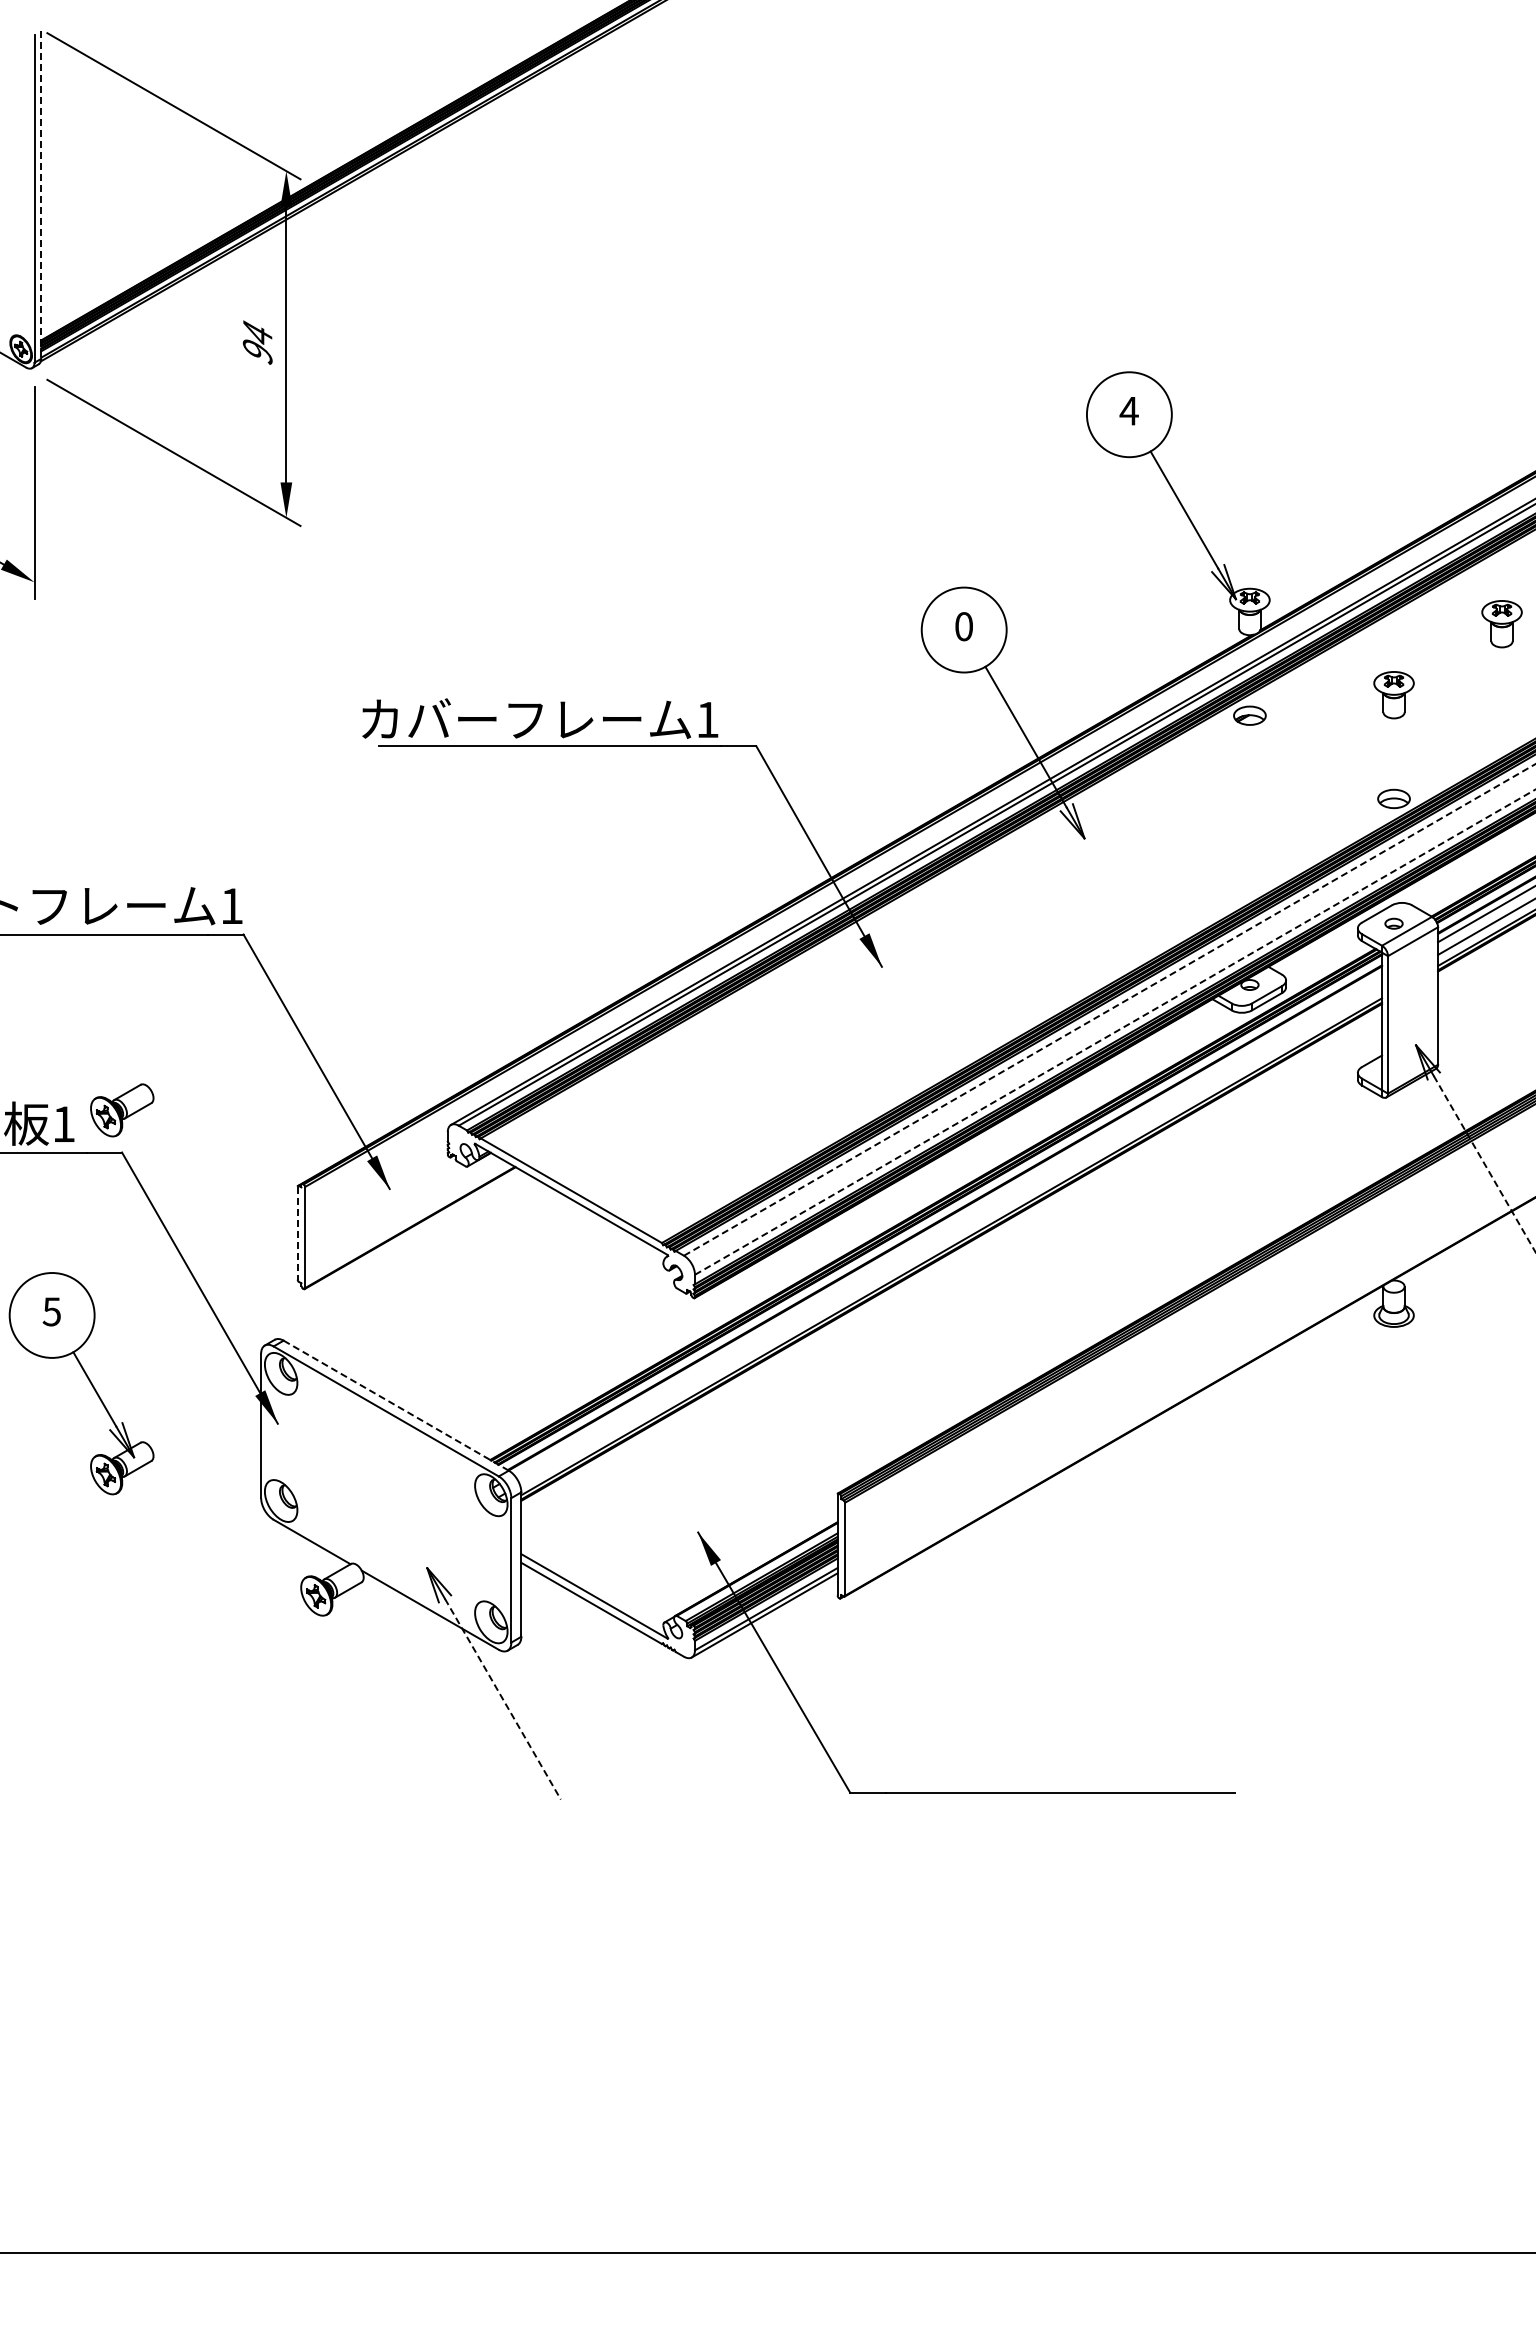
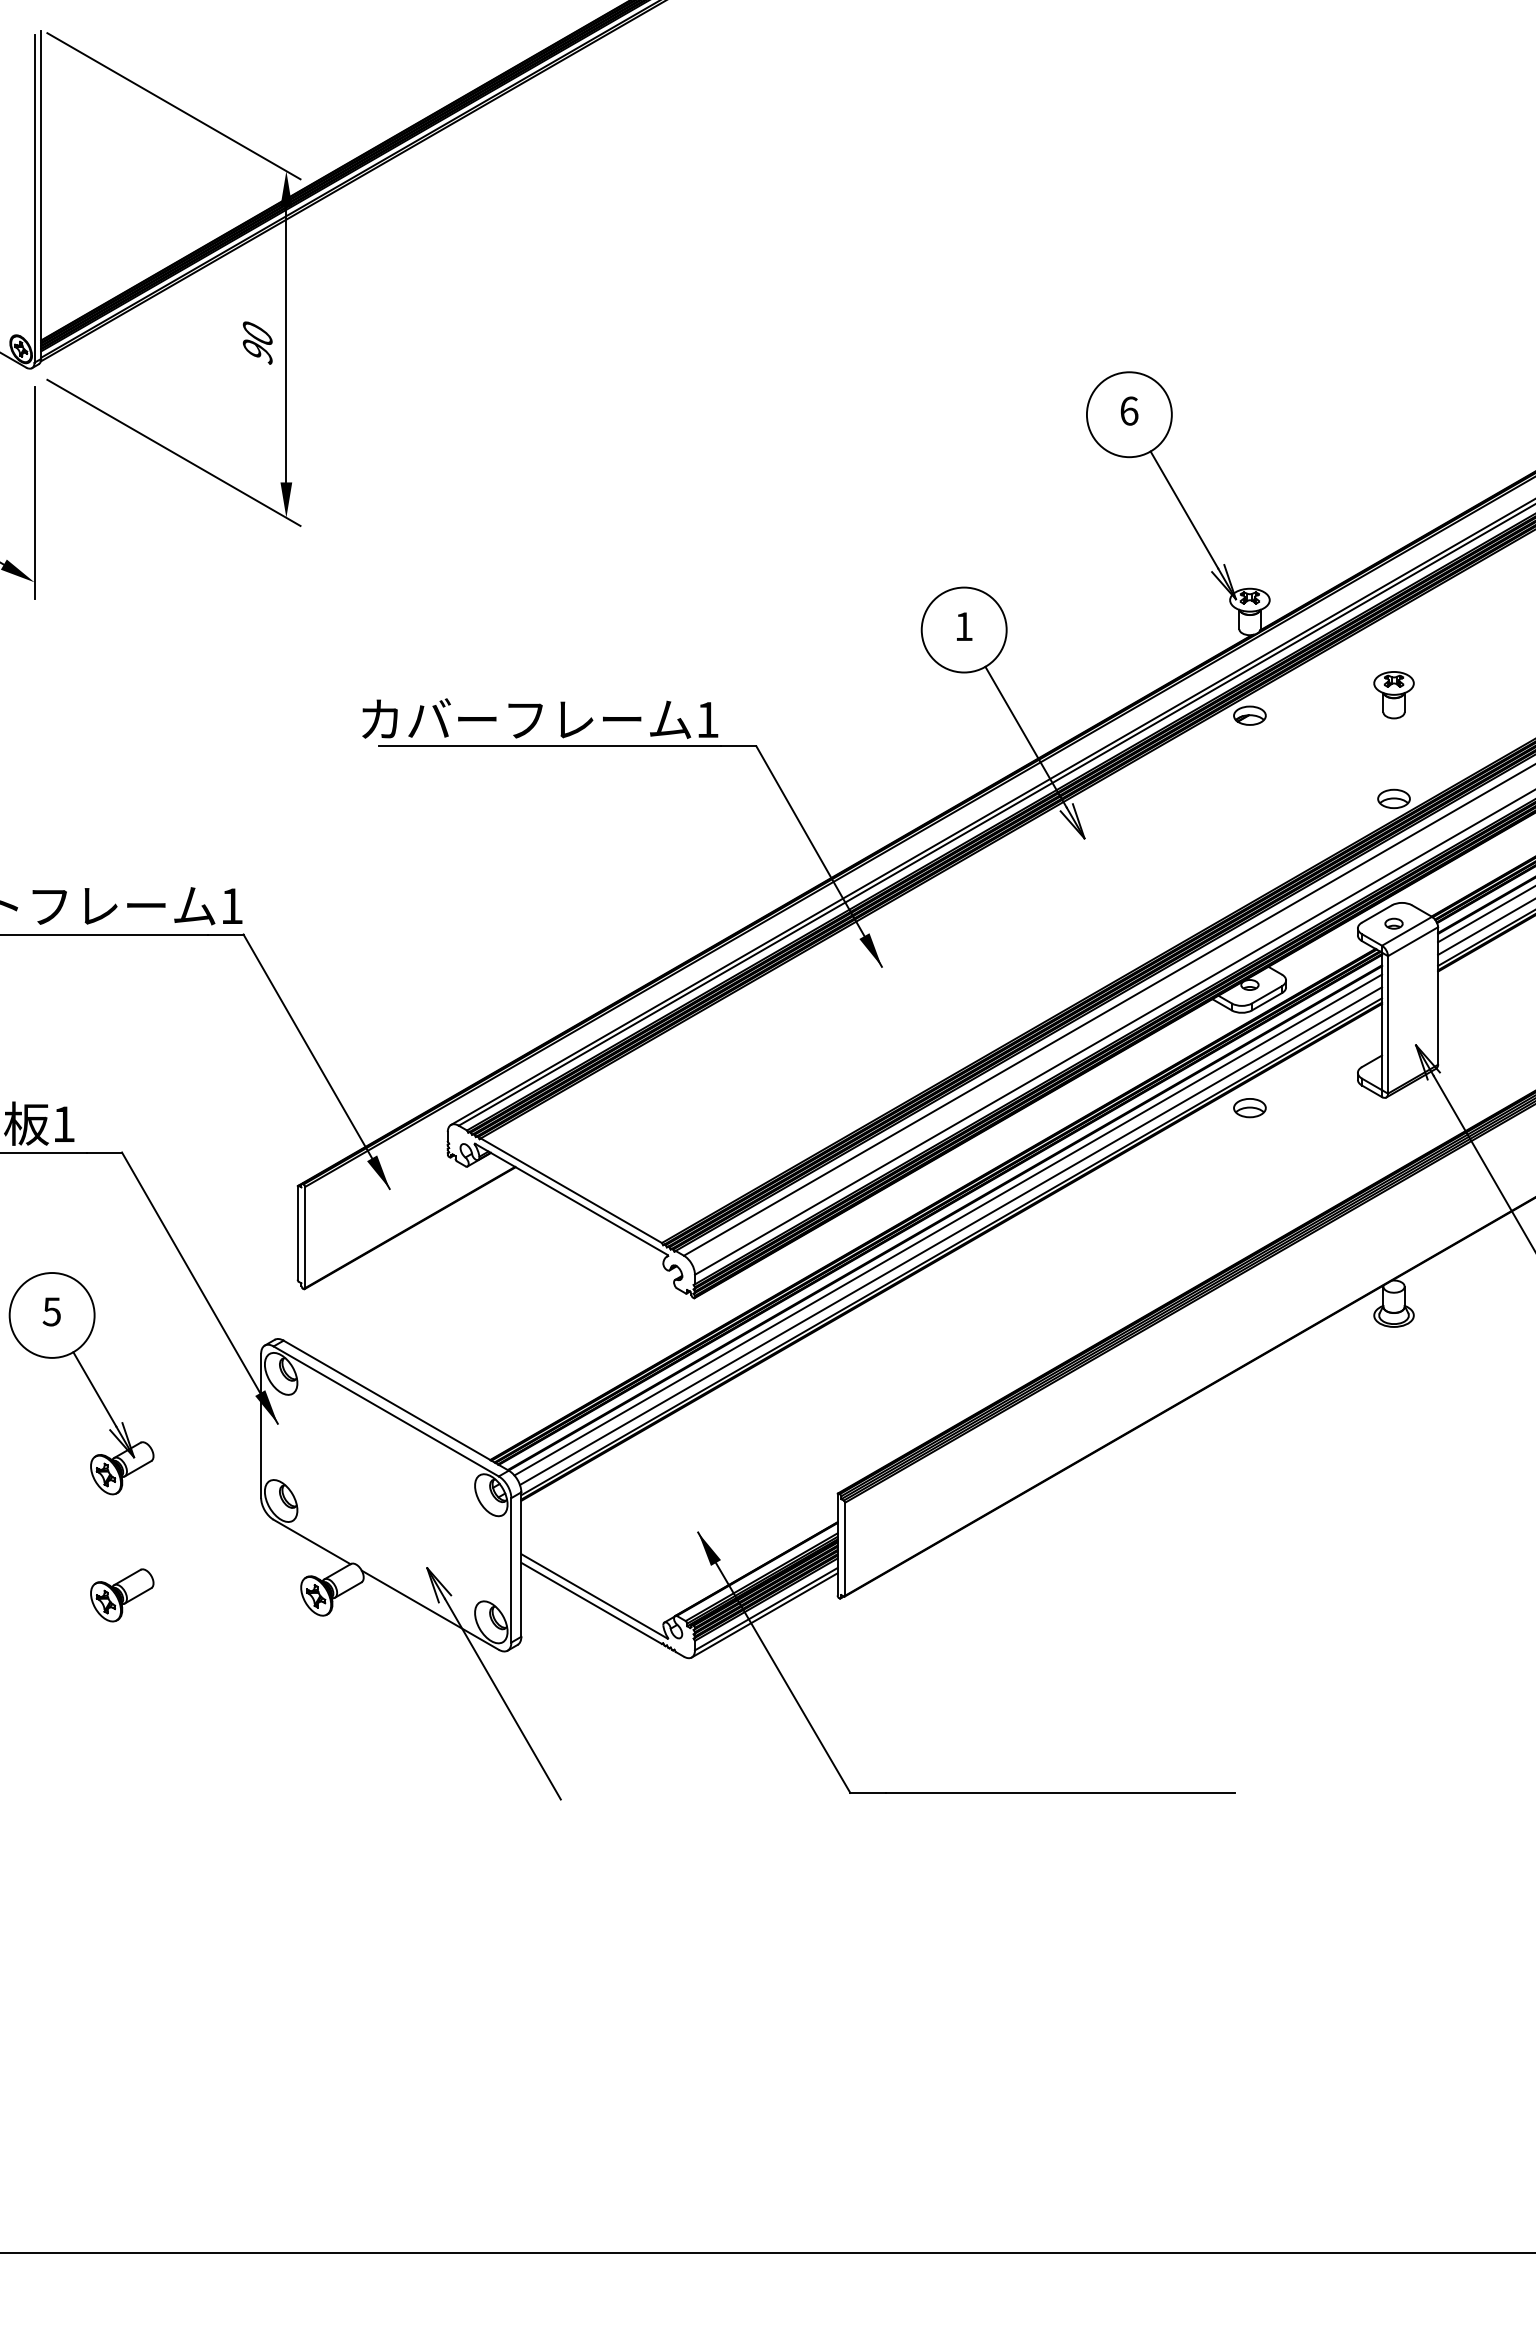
line at (41, 195): dashed -> solid
text at (257, 332): 94 -> 90
text at (1128, 410): 4 -> 6
part at (1501, 624): present -> none
text at (963, 626): 0 -> 1
line at (1109, 1009): dashed -> solid
line at (1115, 1031): dashed -> solid
part at (1249, 1108): none -> present
part at (122, 1110) position: (122, 1110) -> (122, 1595)
line at (1484, 1164): dashed -> solid
line at (948, 1224): none -> present
line at (297, 1233): dashed -> solid
line at (950, 1235): none -> present
line at (396, 1405): dashed -> solid
line at (502, 1699): dashed -> solid
